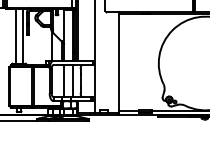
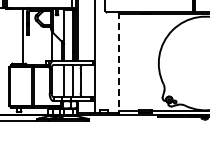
line at (15, 35): present -> none
line at (119, 63): solid -> dashed
